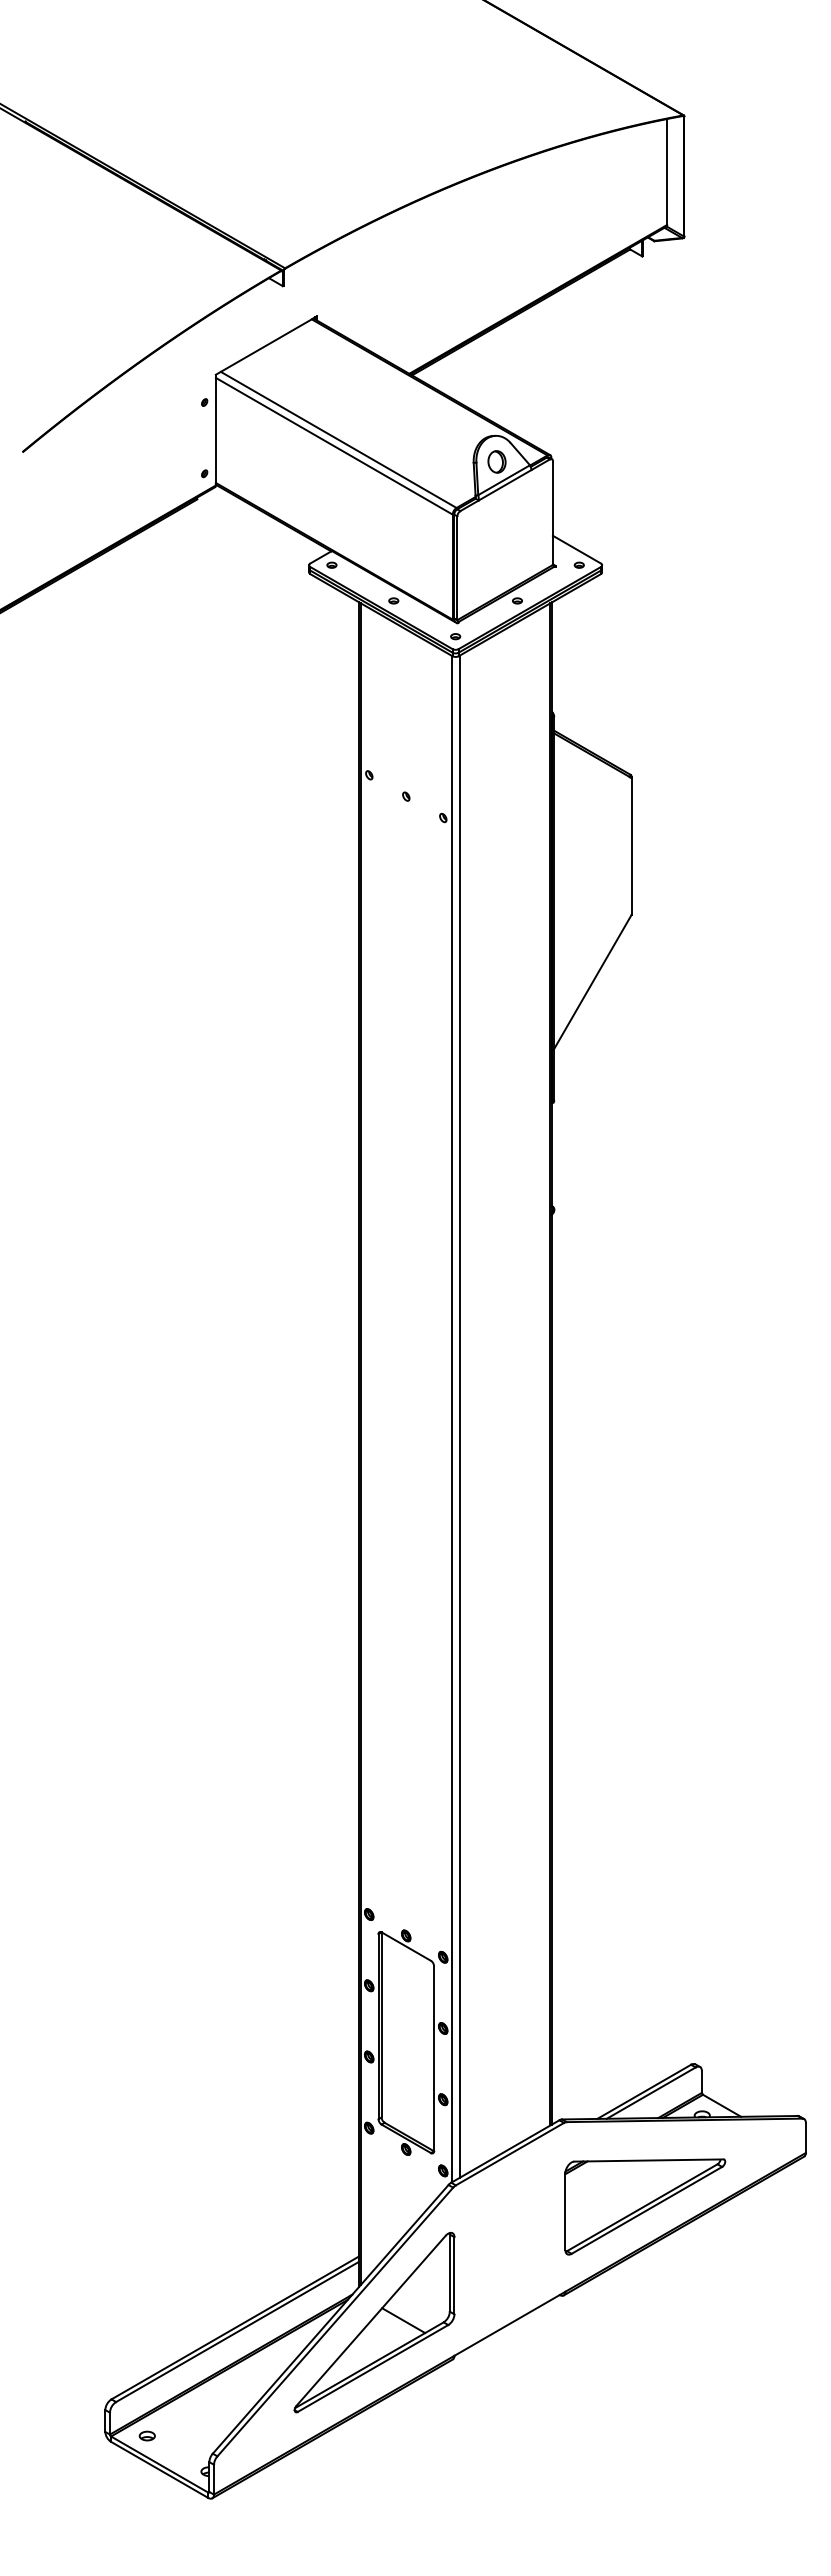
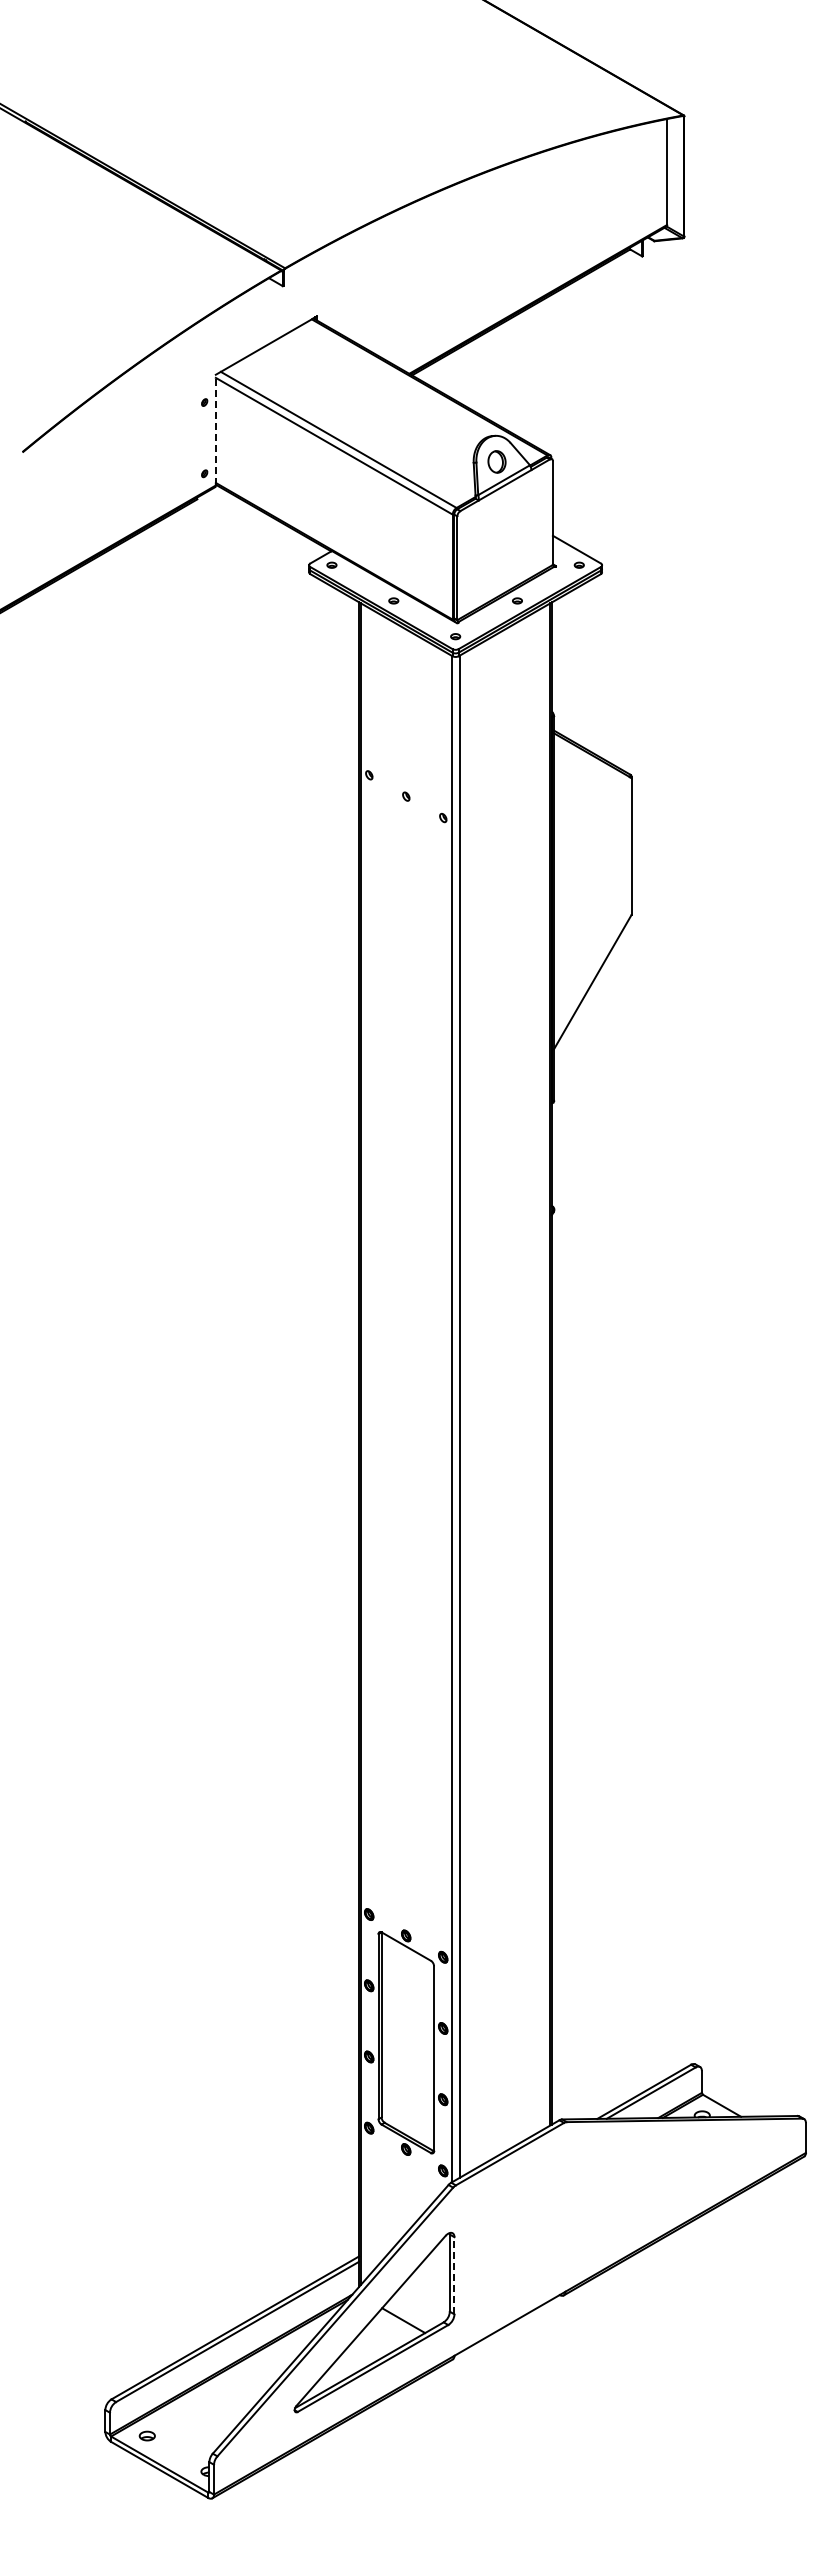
line at (215, 429): solid -> dashed
part at (645, 2206): present -> none
line at (454, 2275): solid -> dashed
